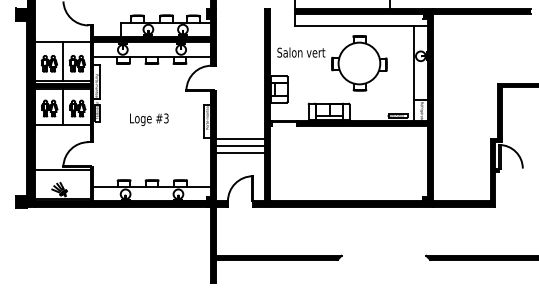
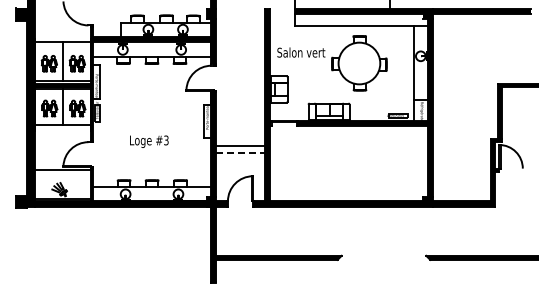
text at (149, 119) position: (149, 119) -> (149, 141)
line at (240, 139): present -> none
line at (240, 153): solid -> dashed
